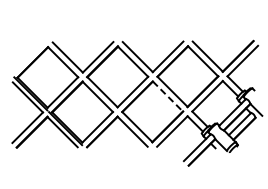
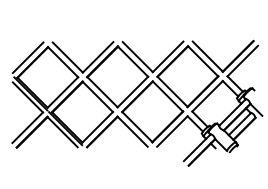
line at (27, 57): none -> present
line at (168, 96): dashed -> solid
